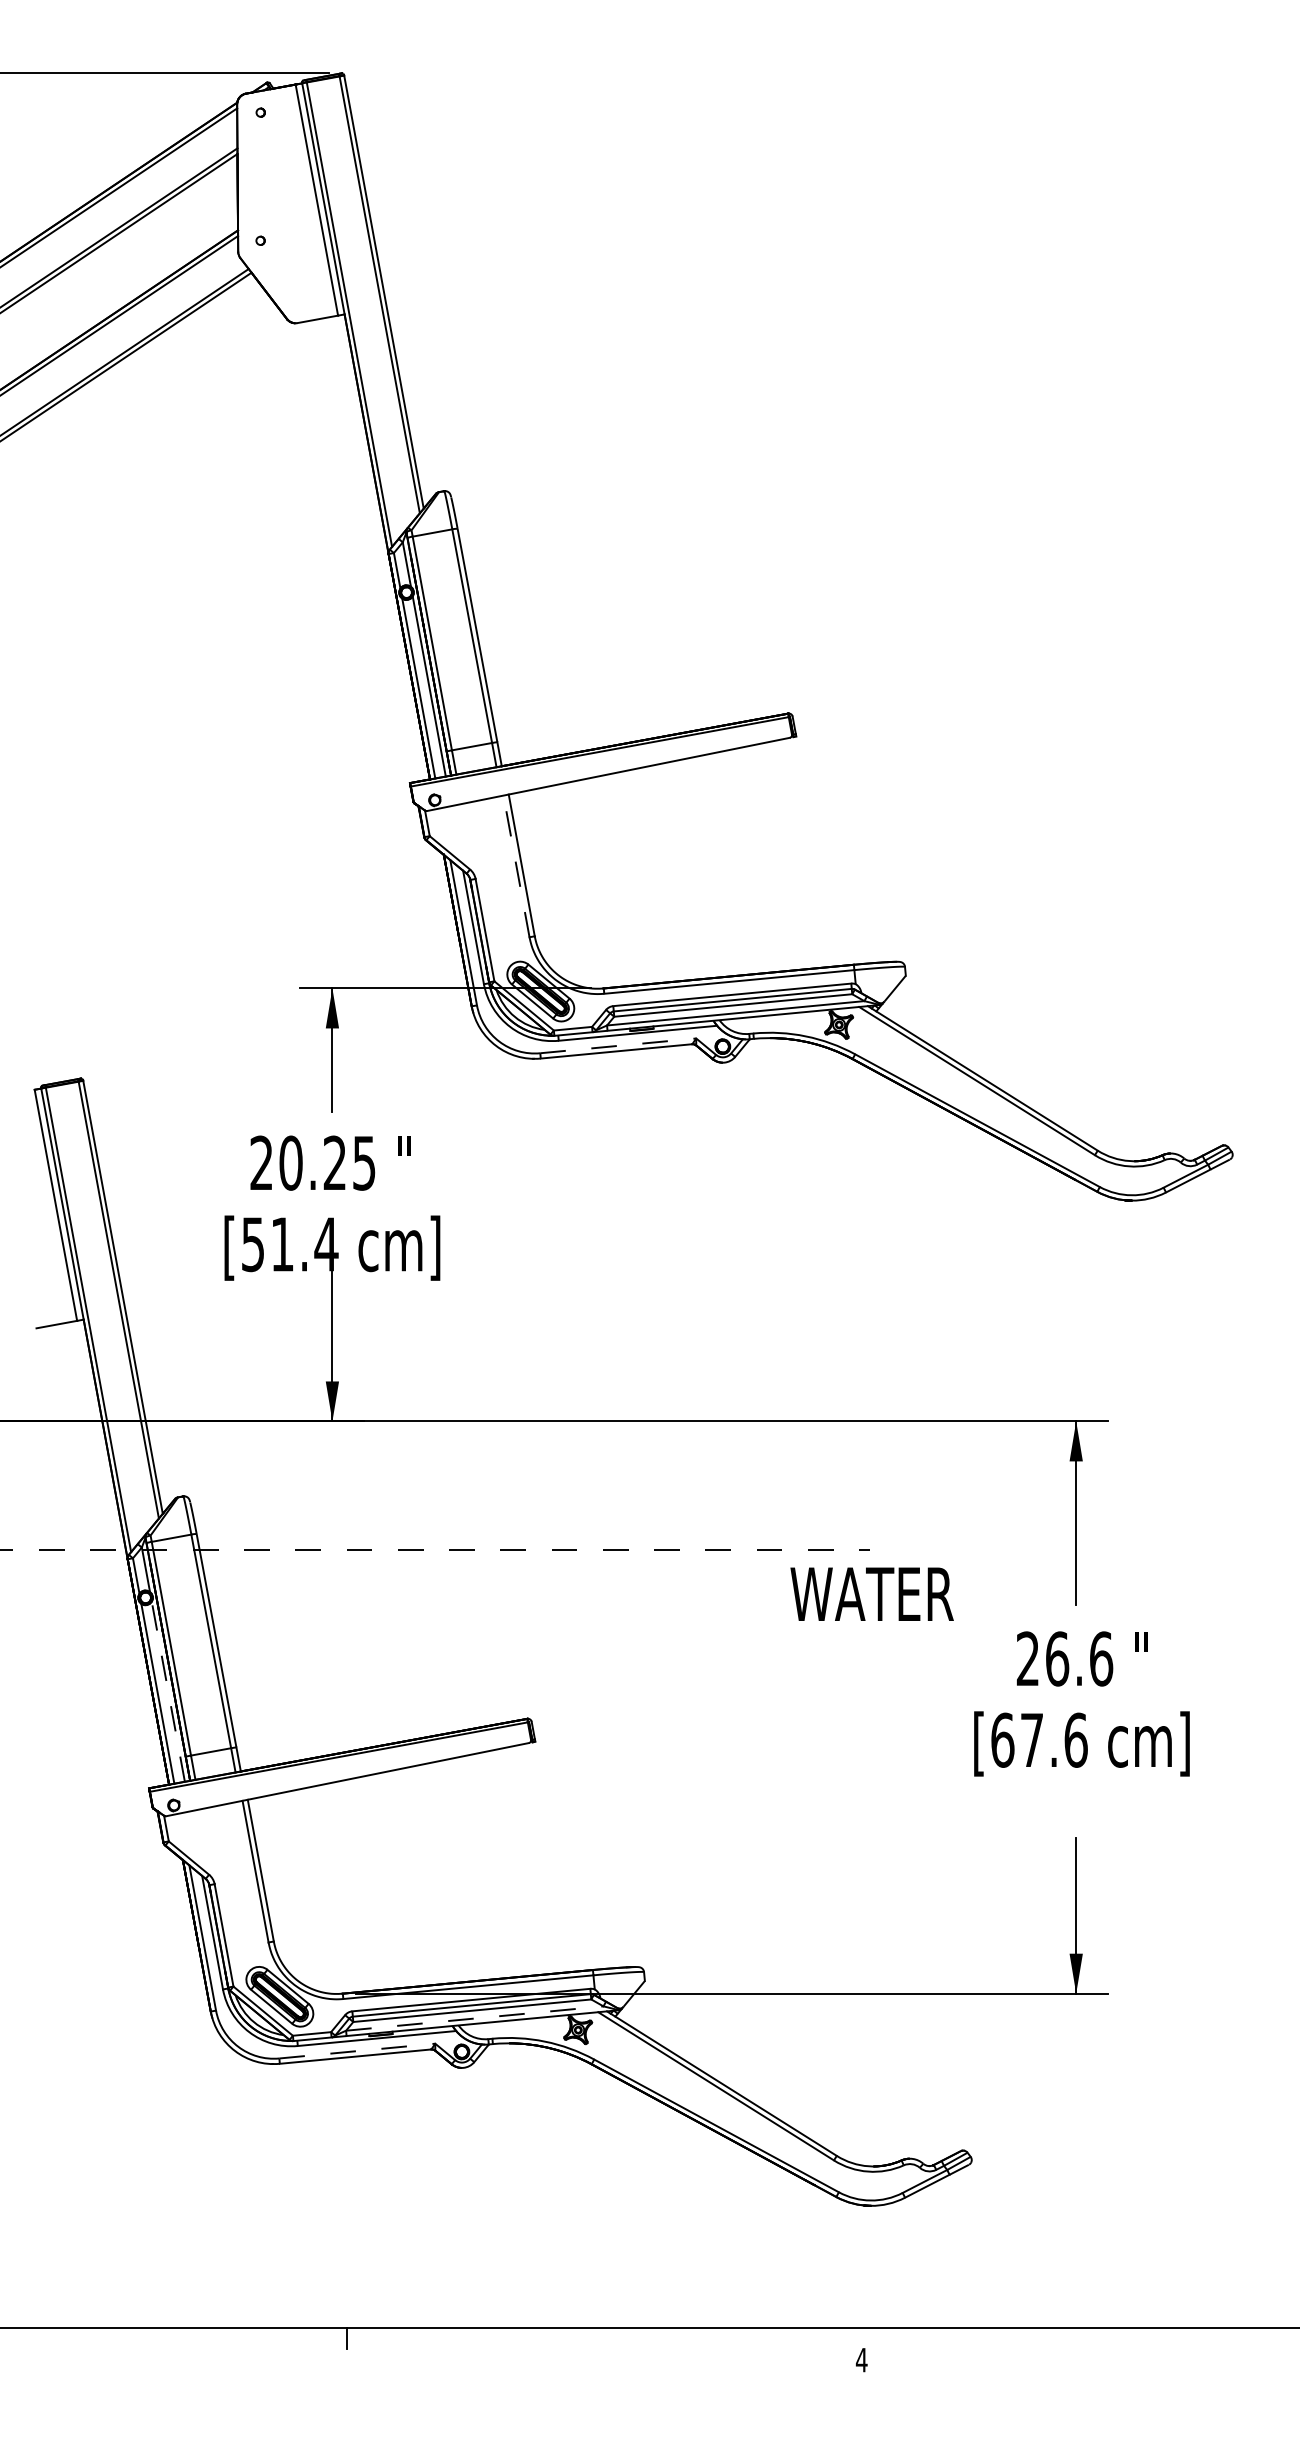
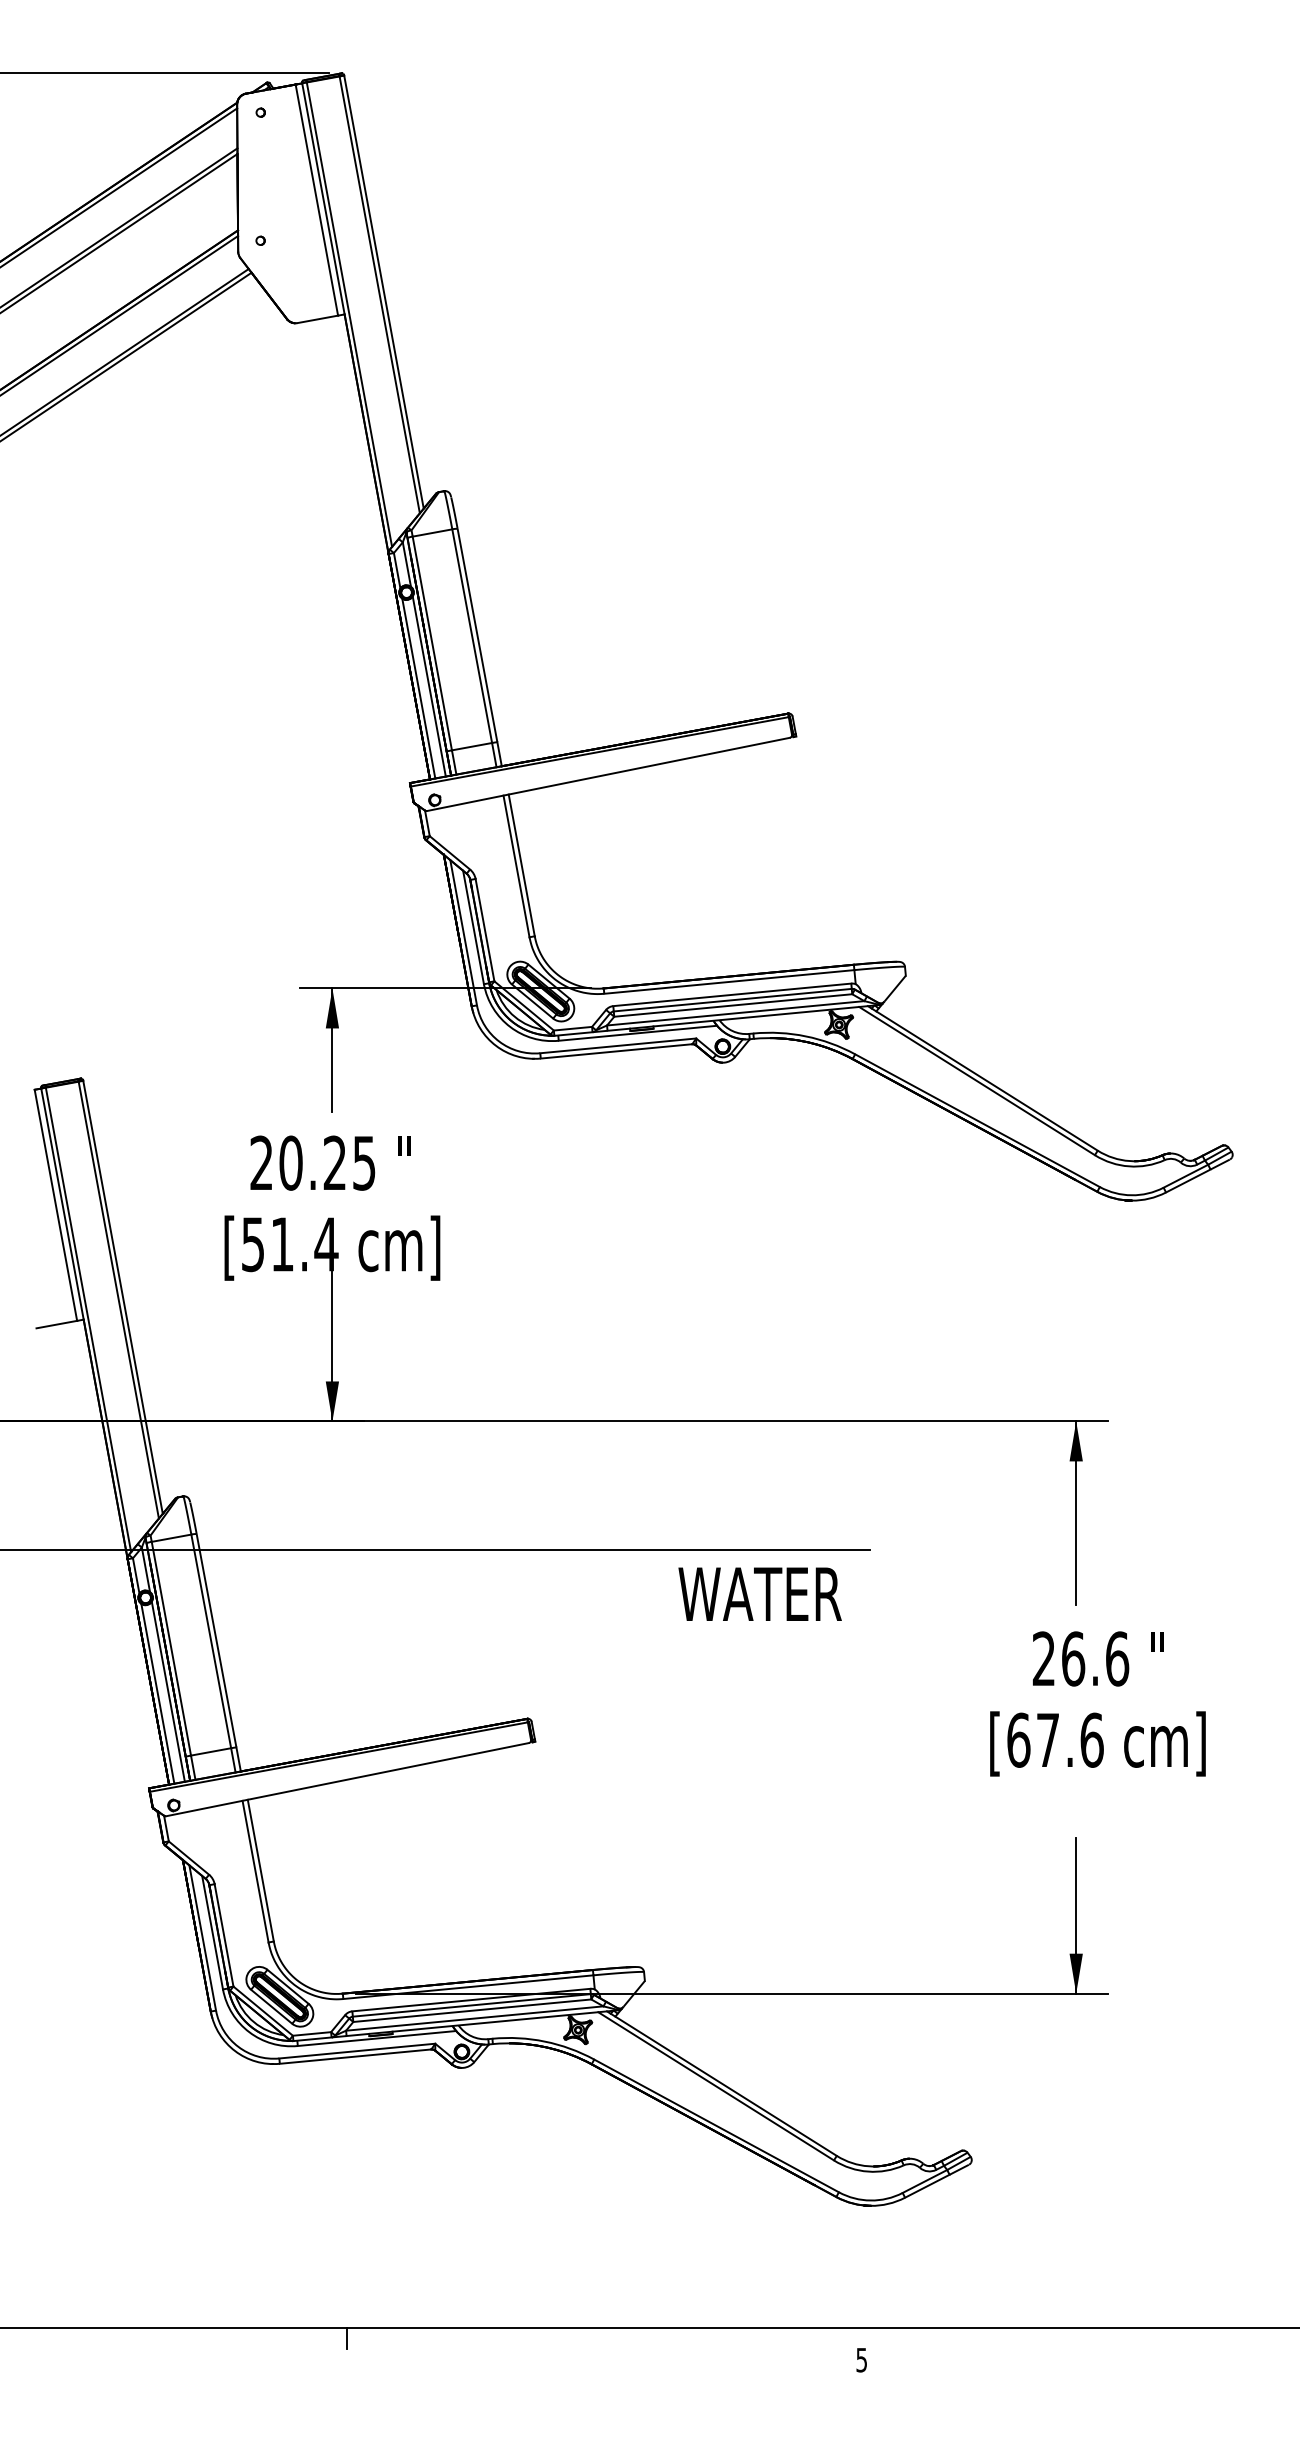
line at (516, 865): dashed -> solid
line at (618, 1045): dashed -> solid
line at (435, 1549): dashed -> solid
text at (871, 1593) position: (871, 1593) -> (759, 1593)
line at (168, 1691): dashed -> solid
text at (1081, 1703) position: (1081, 1703) -> (1097, 1703)
line at (475, 2018): dashed -> solid
line at (357, 2051): dashed -> solid
text at (861, 2360): 4 -> 5
